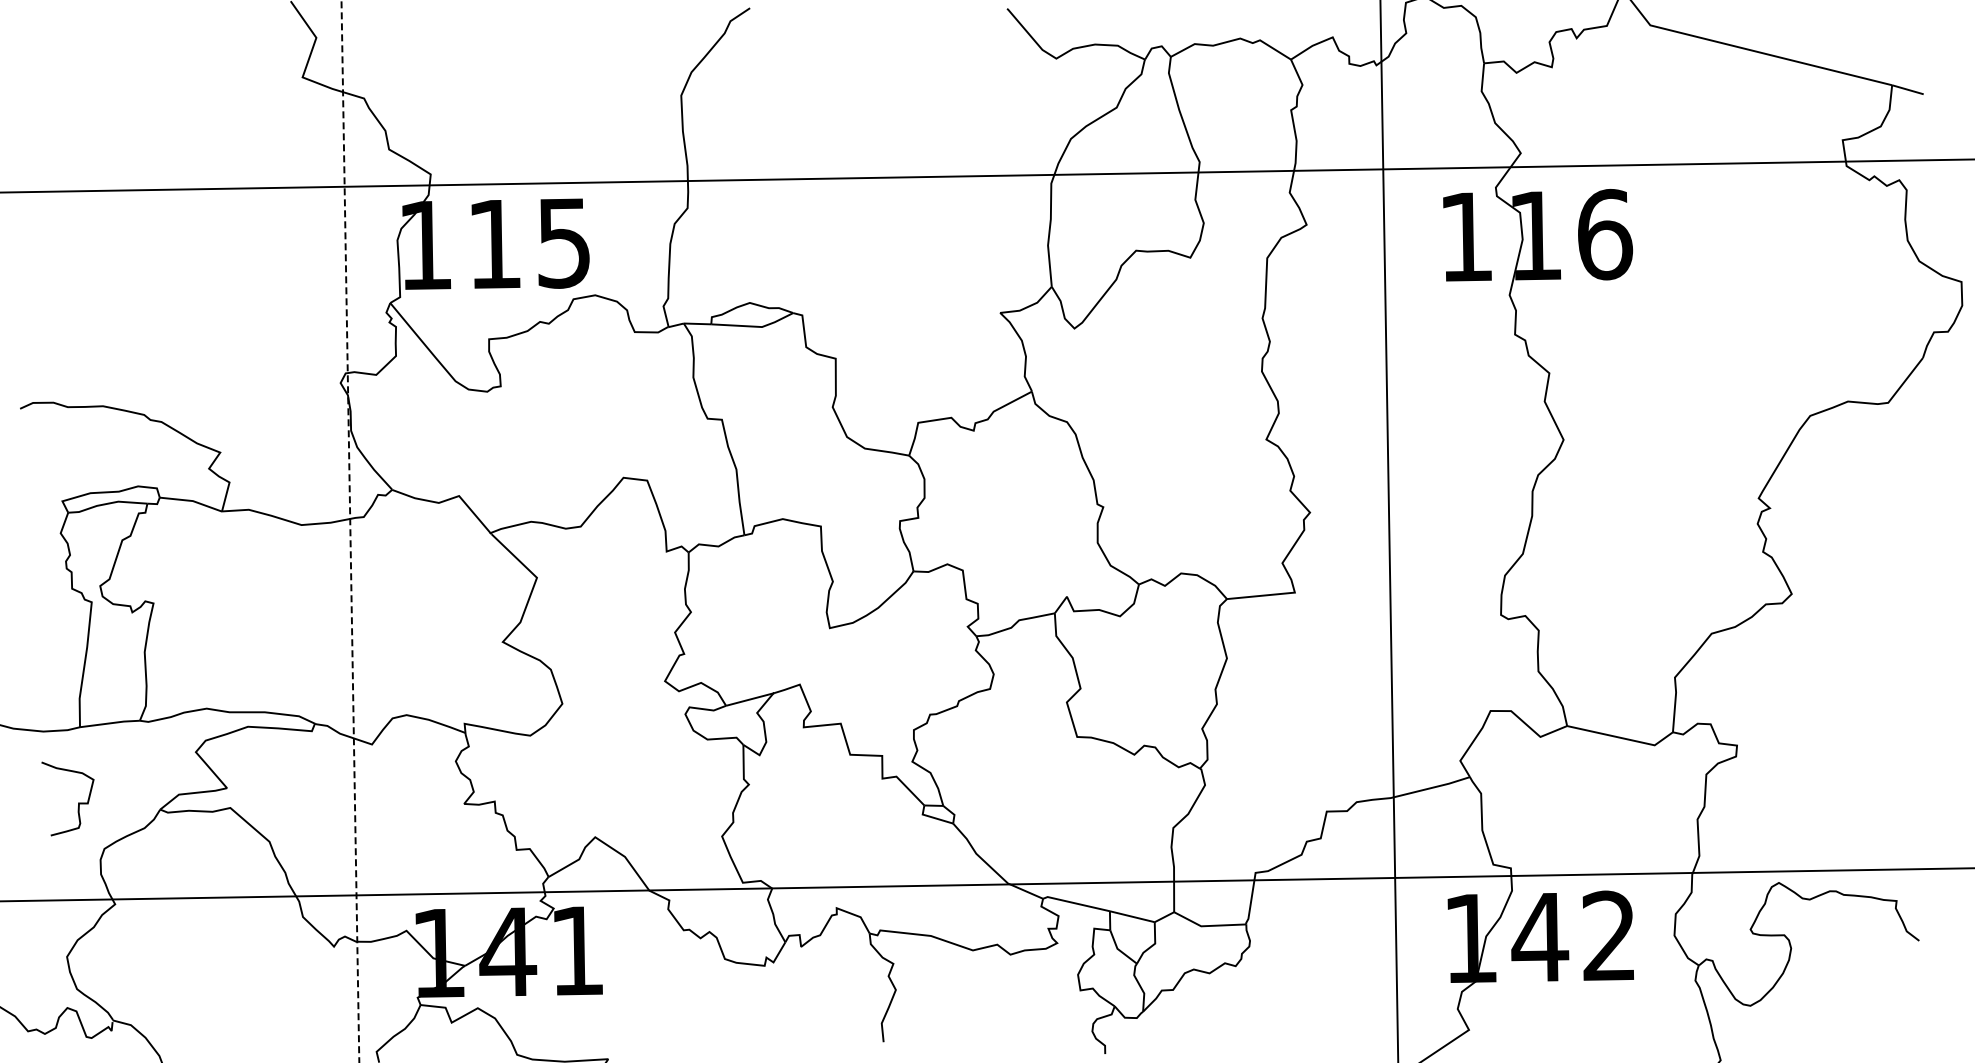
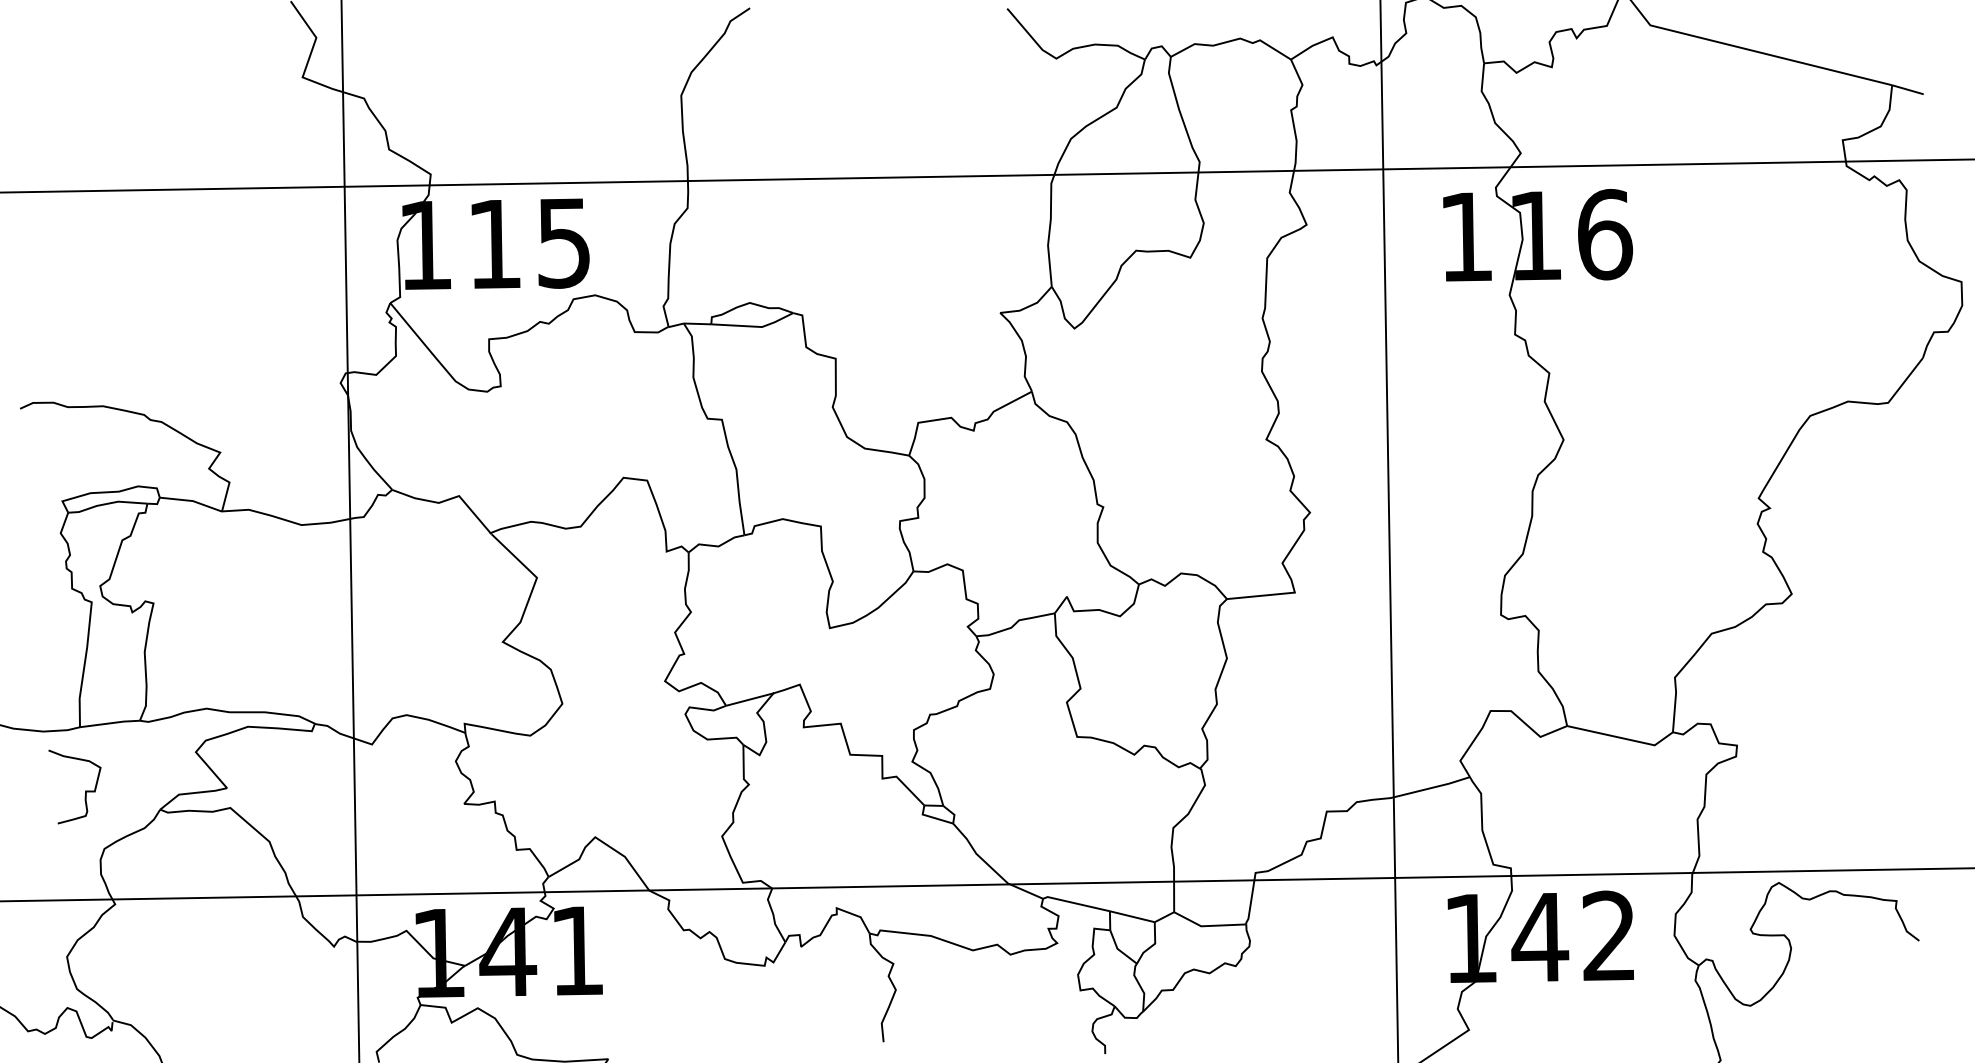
line at (350, 531): dashed -> solid
curve at (78, 802) position: (78, 802) -> (85, 790)
